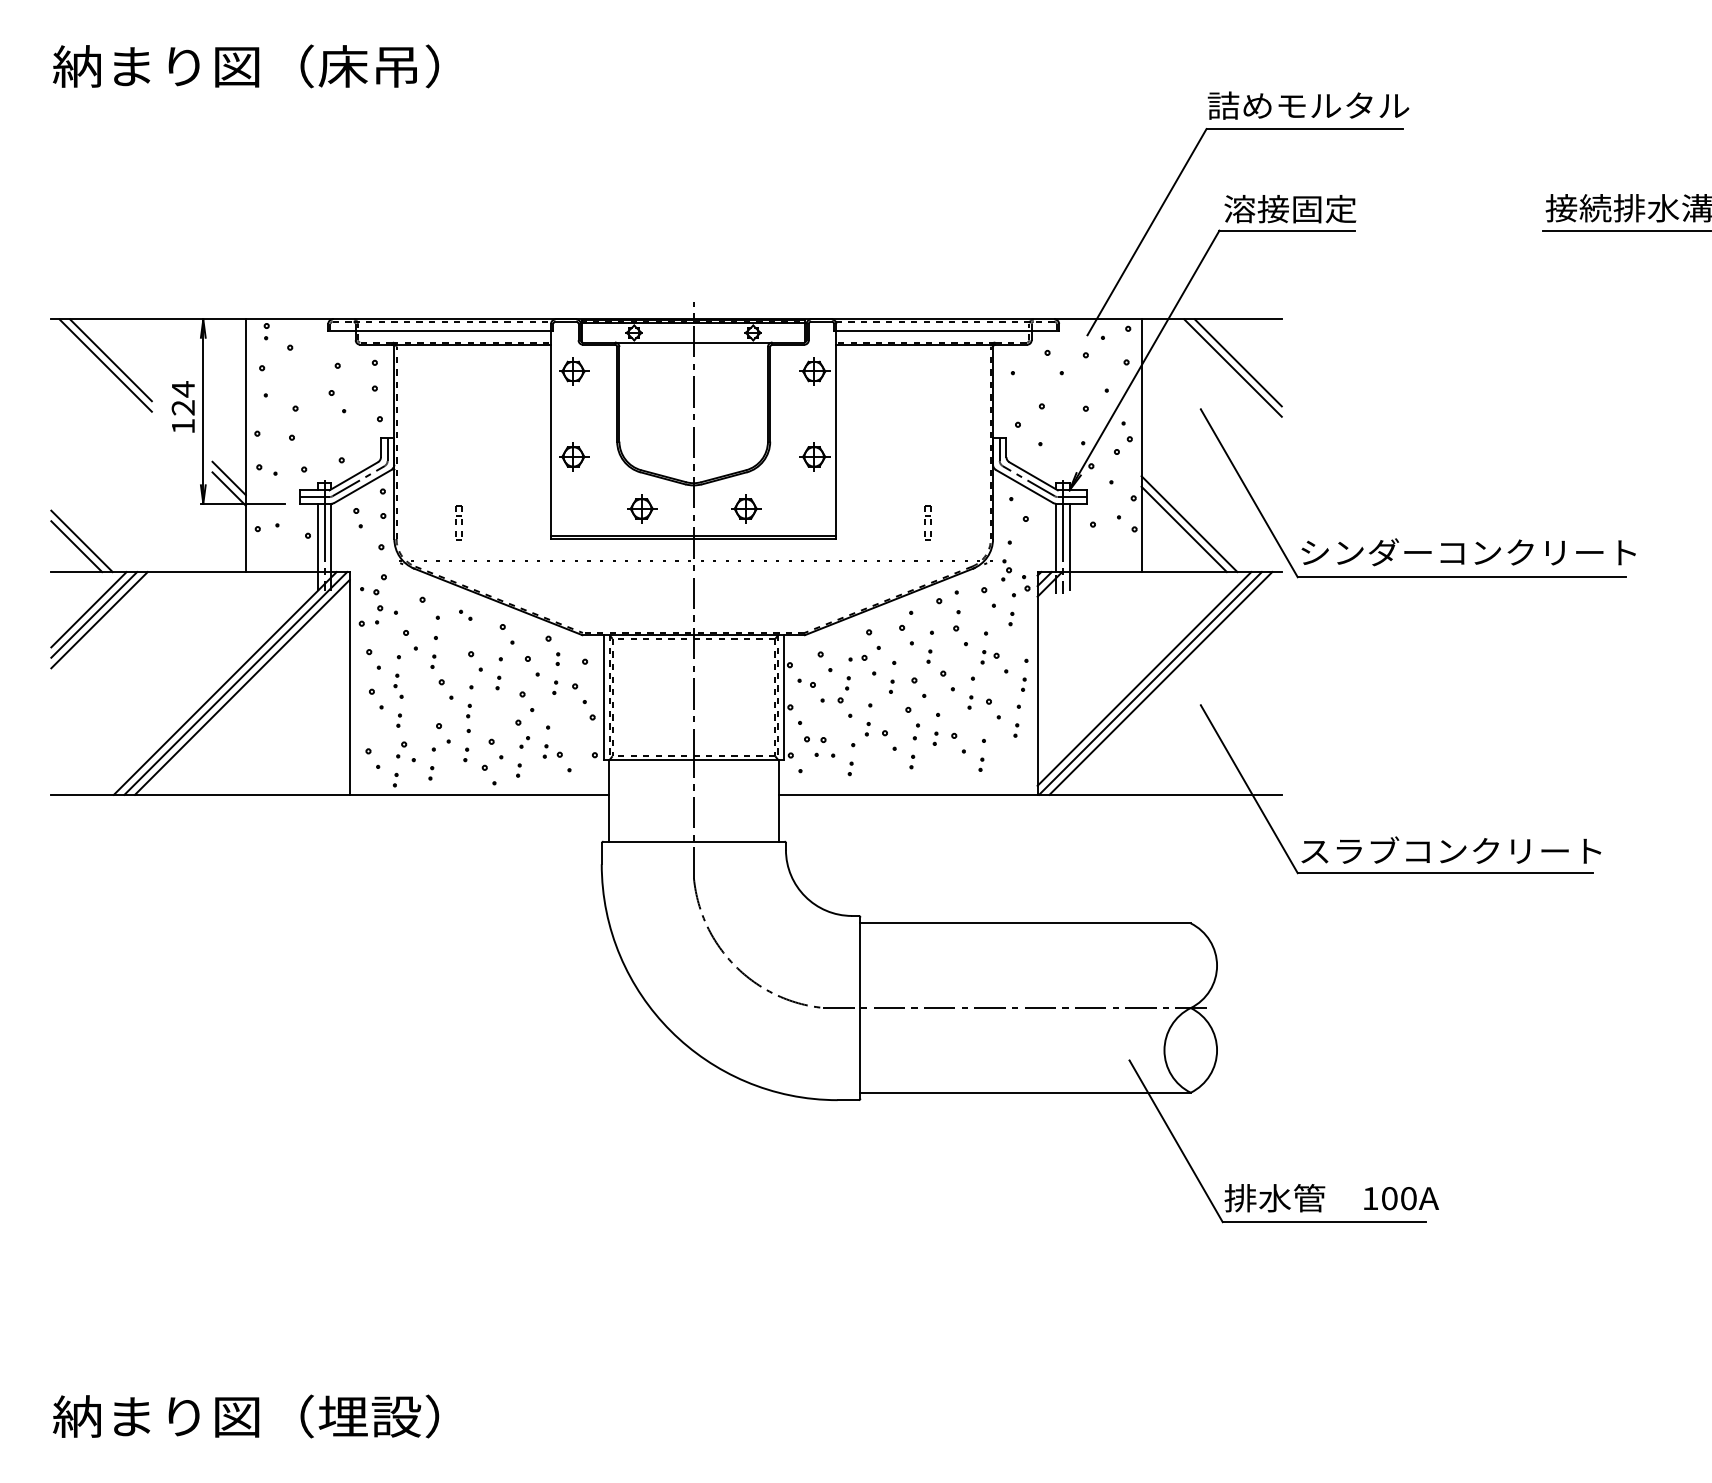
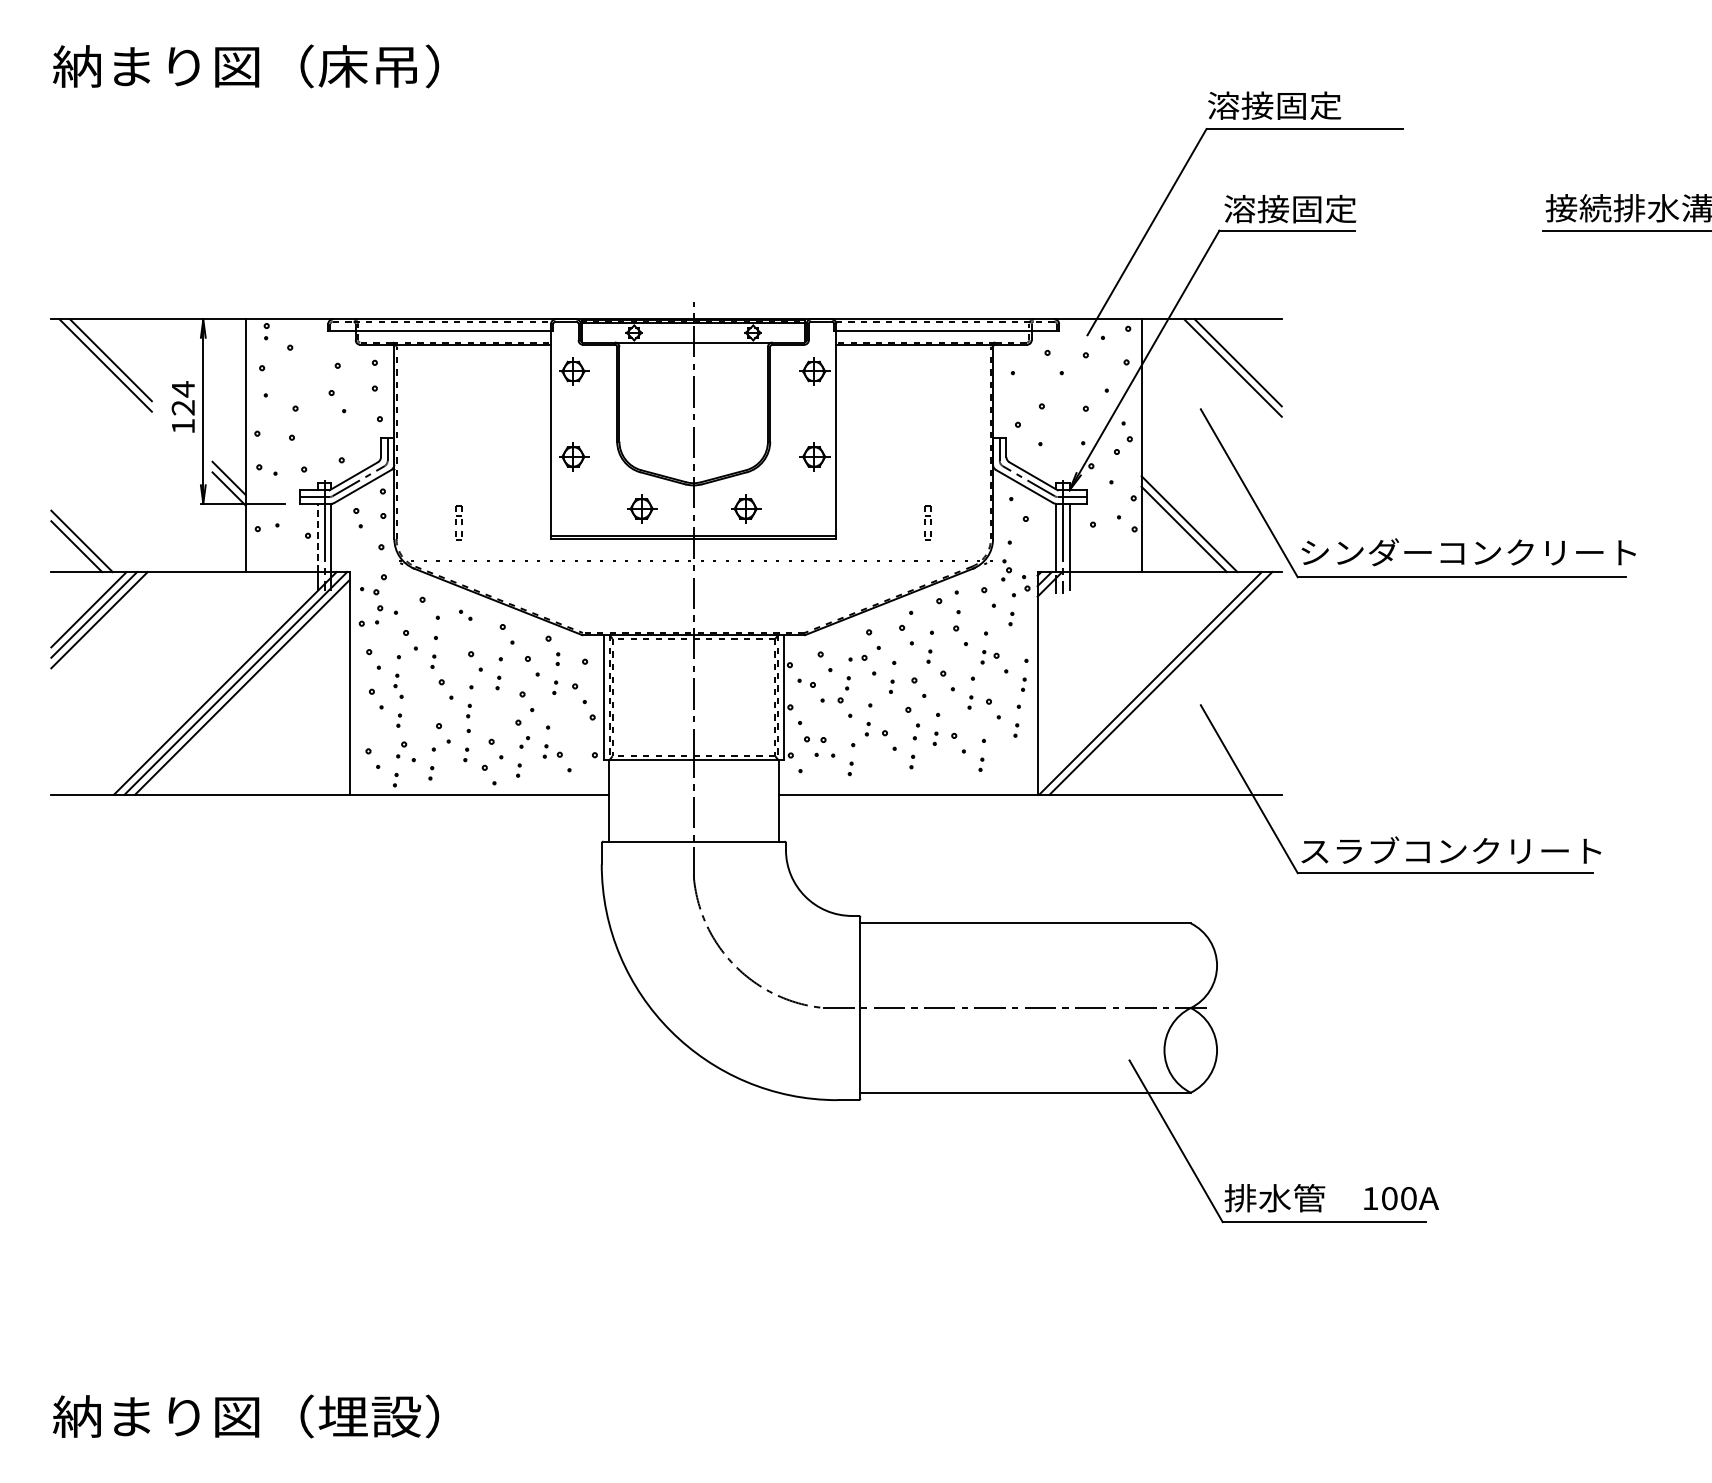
text at (1308, 105): 詰めモルタル -> 溶接固定
line at (317, 537): solid -> dashed
line at (1144, 678): present -> none
